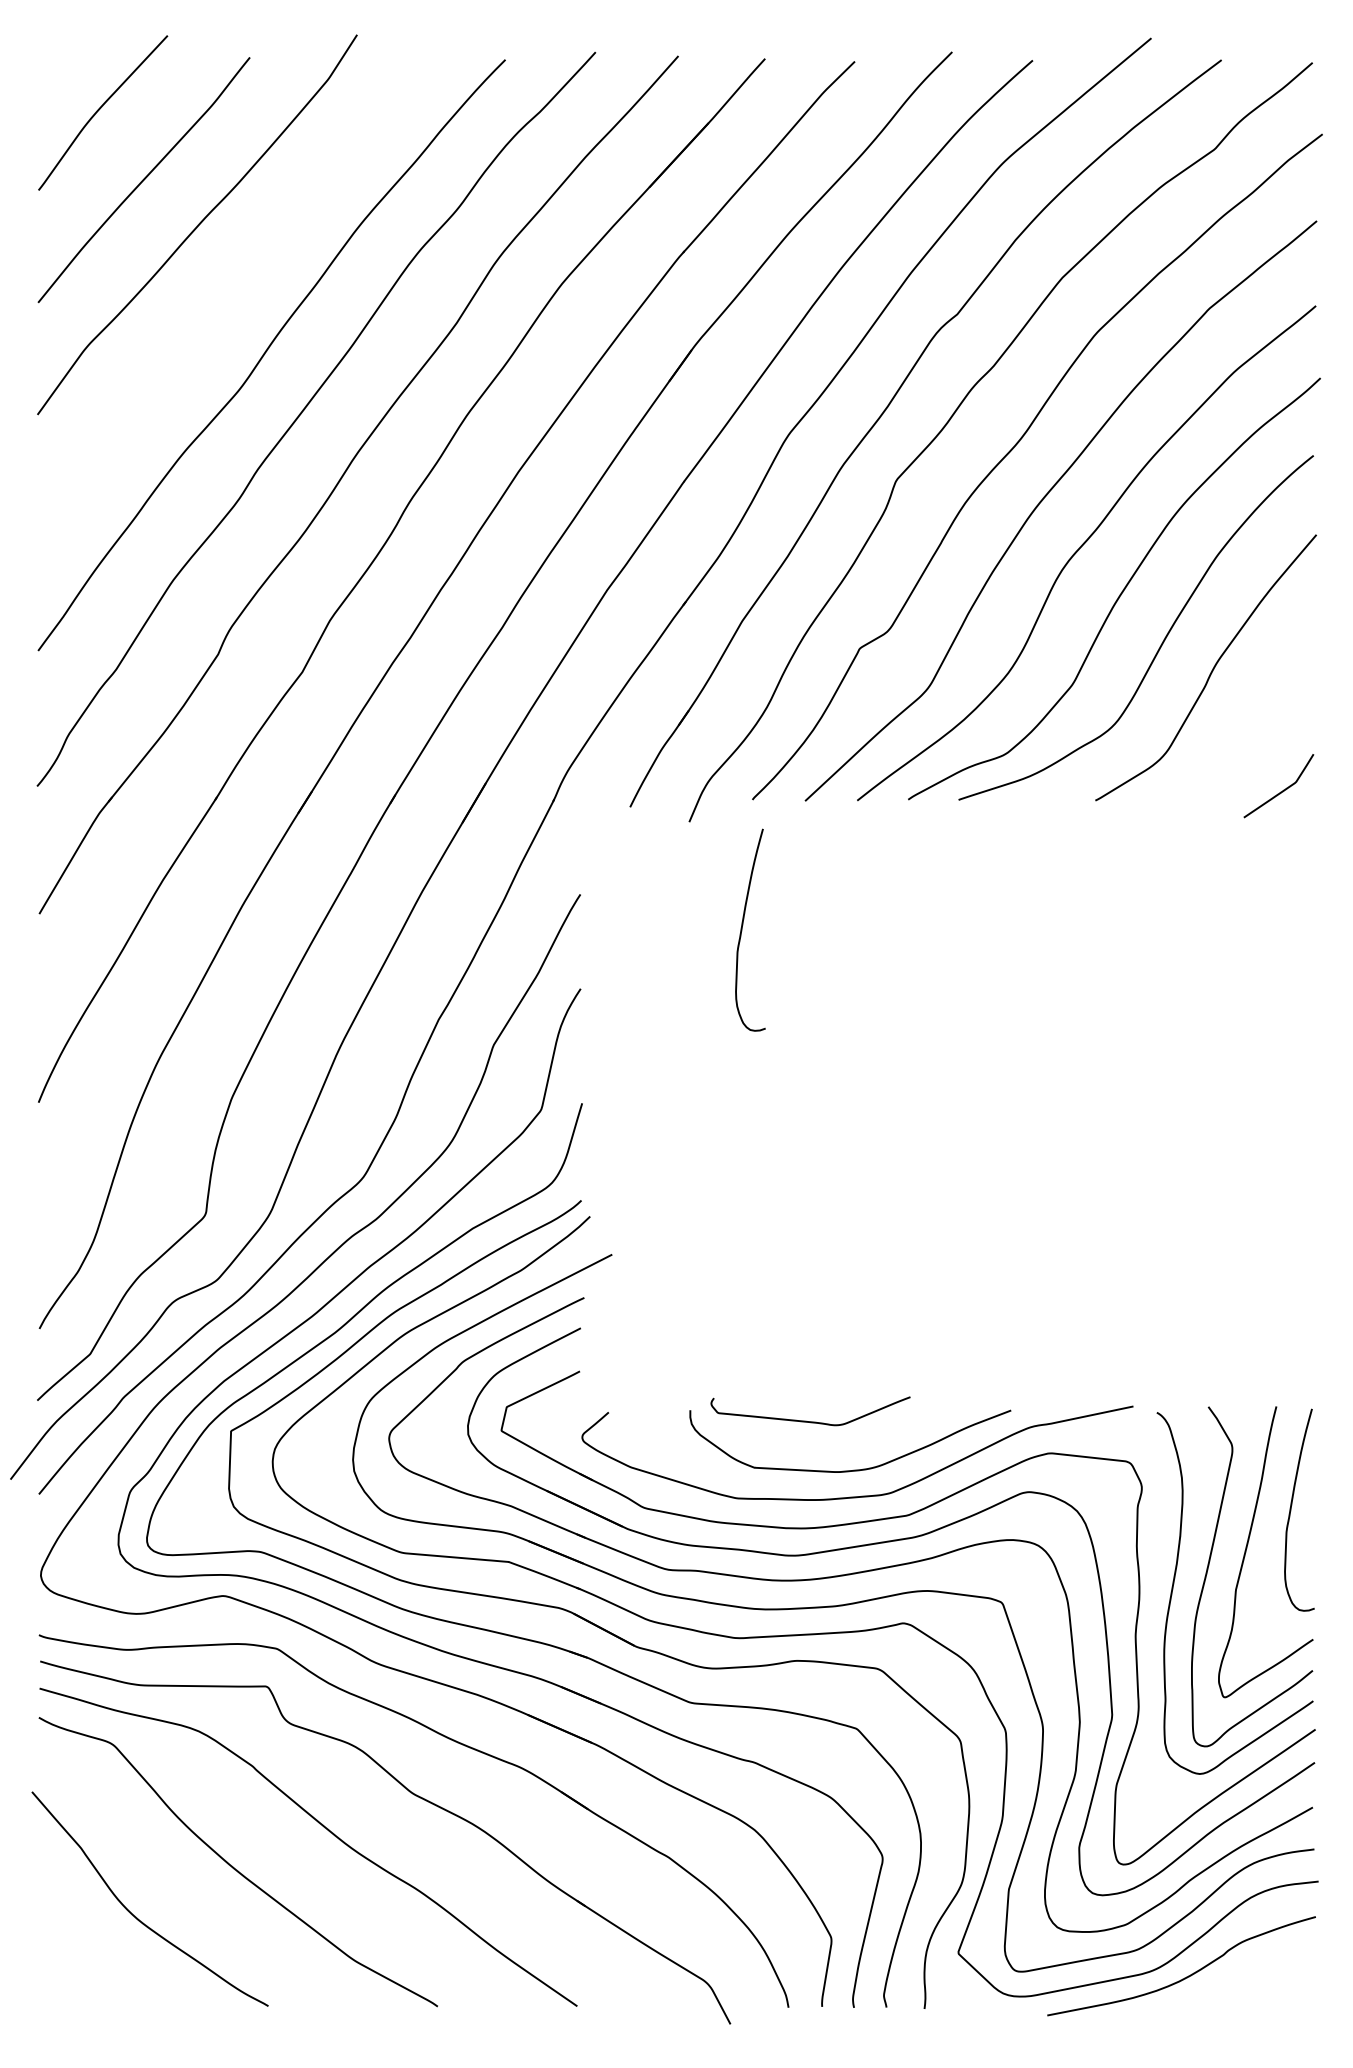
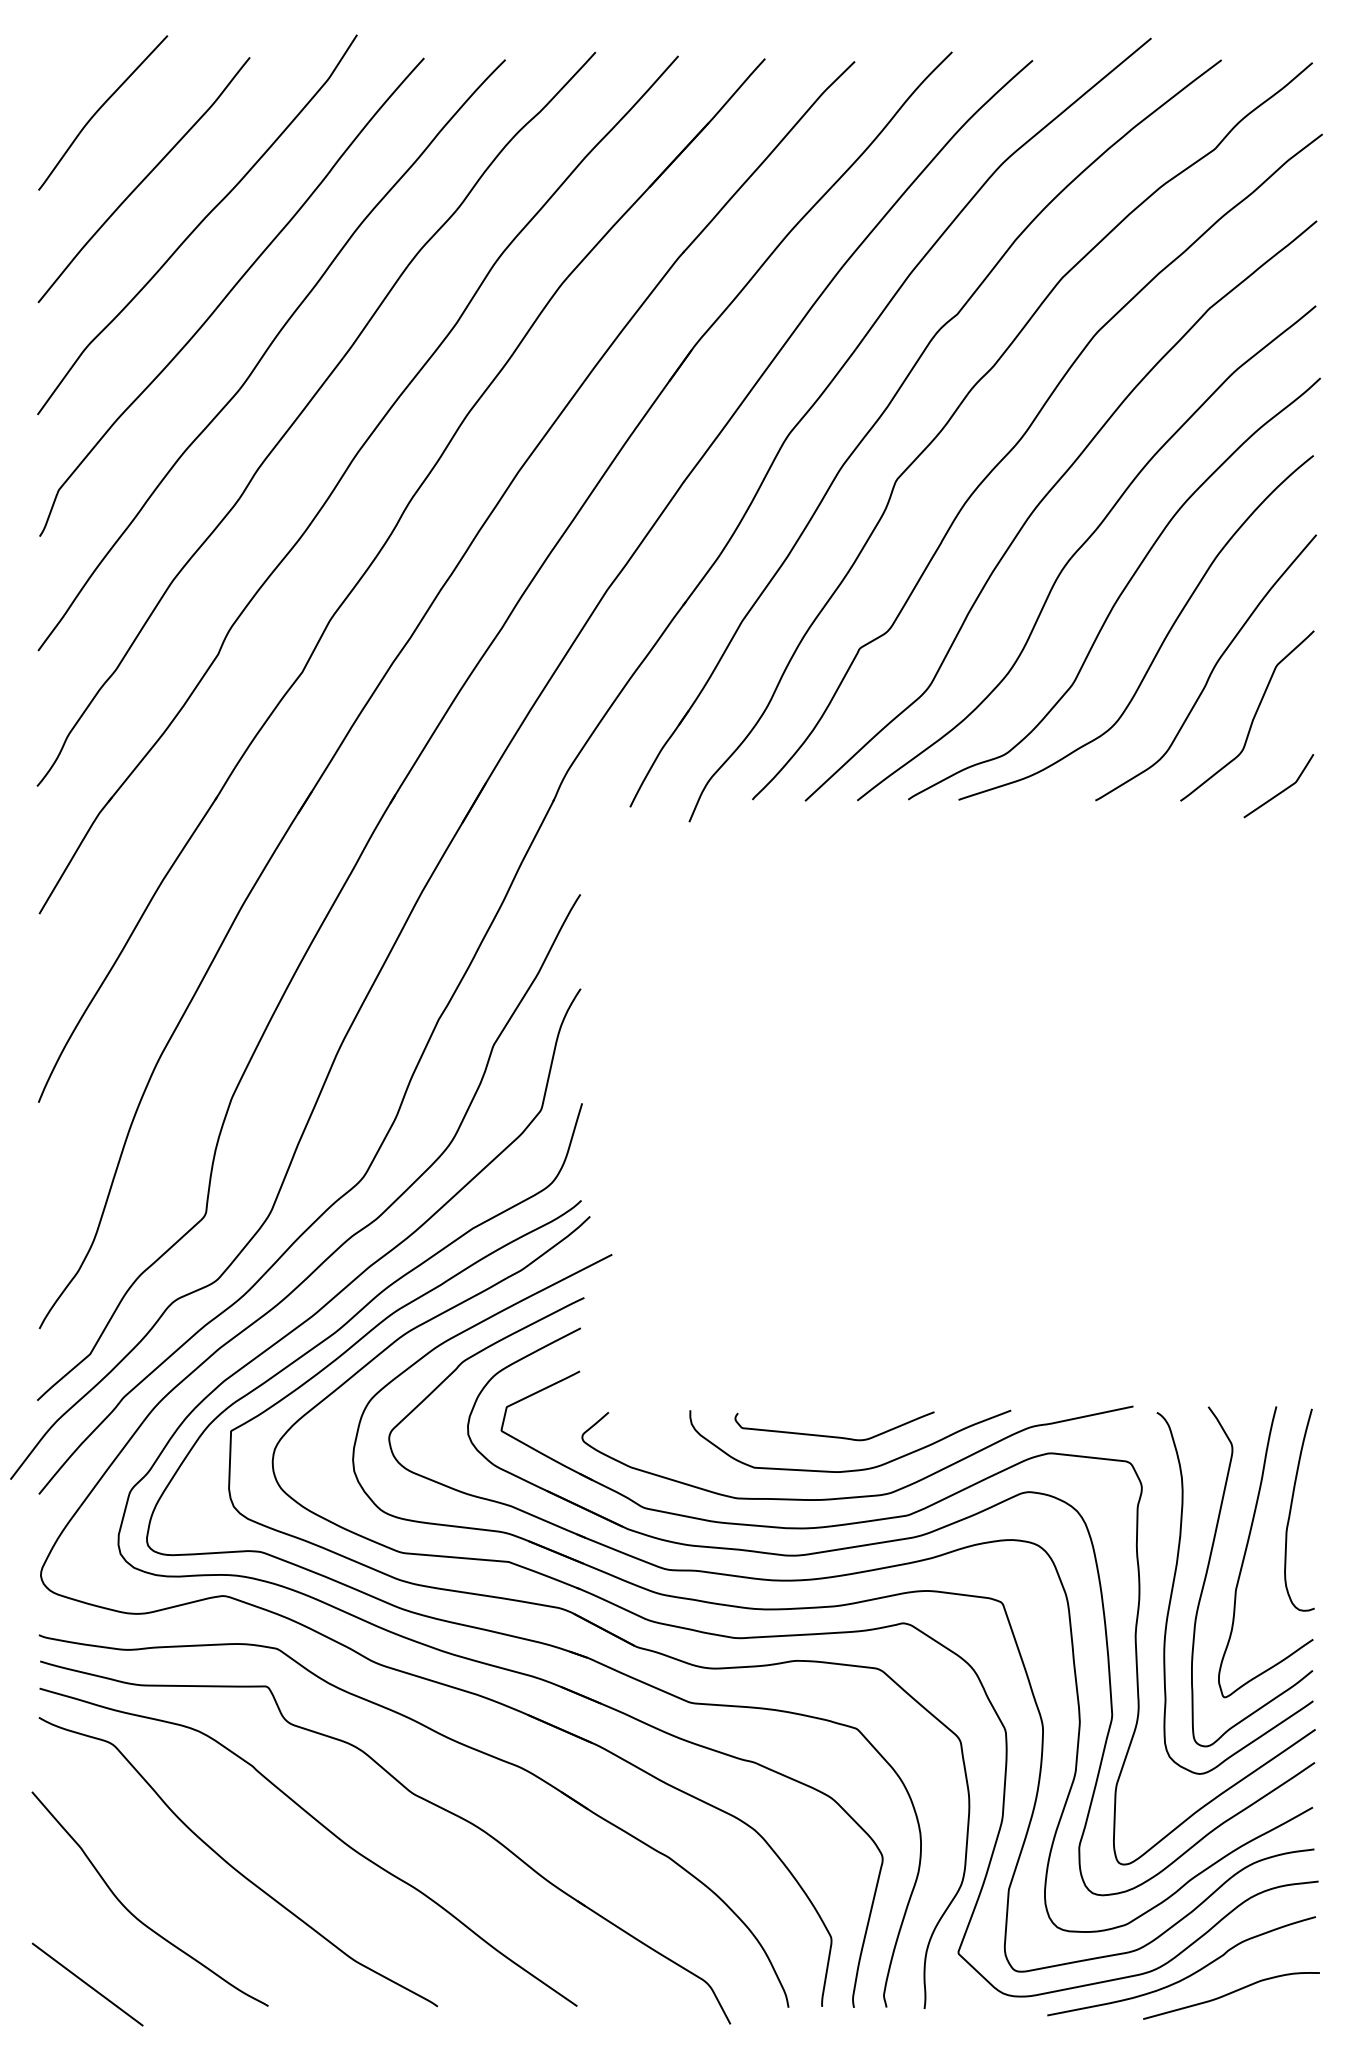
curve at (229, 294): none -> present
curve at (1252, 718): none -> present
curve at (742, 929): present -> none
curve at (806, 1420) position: (806, 1420) -> (830, 1435)
line at (87, 1984): none -> present
curve at (1230, 1994): none -> present
